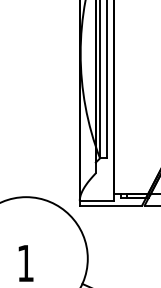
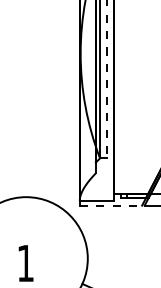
line at (106, 79): solid -> dashed
line at (111, 205): solid -> dashed
